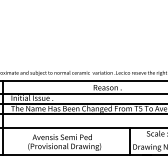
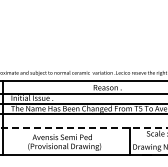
line at (84, 128): solid -> dashed
